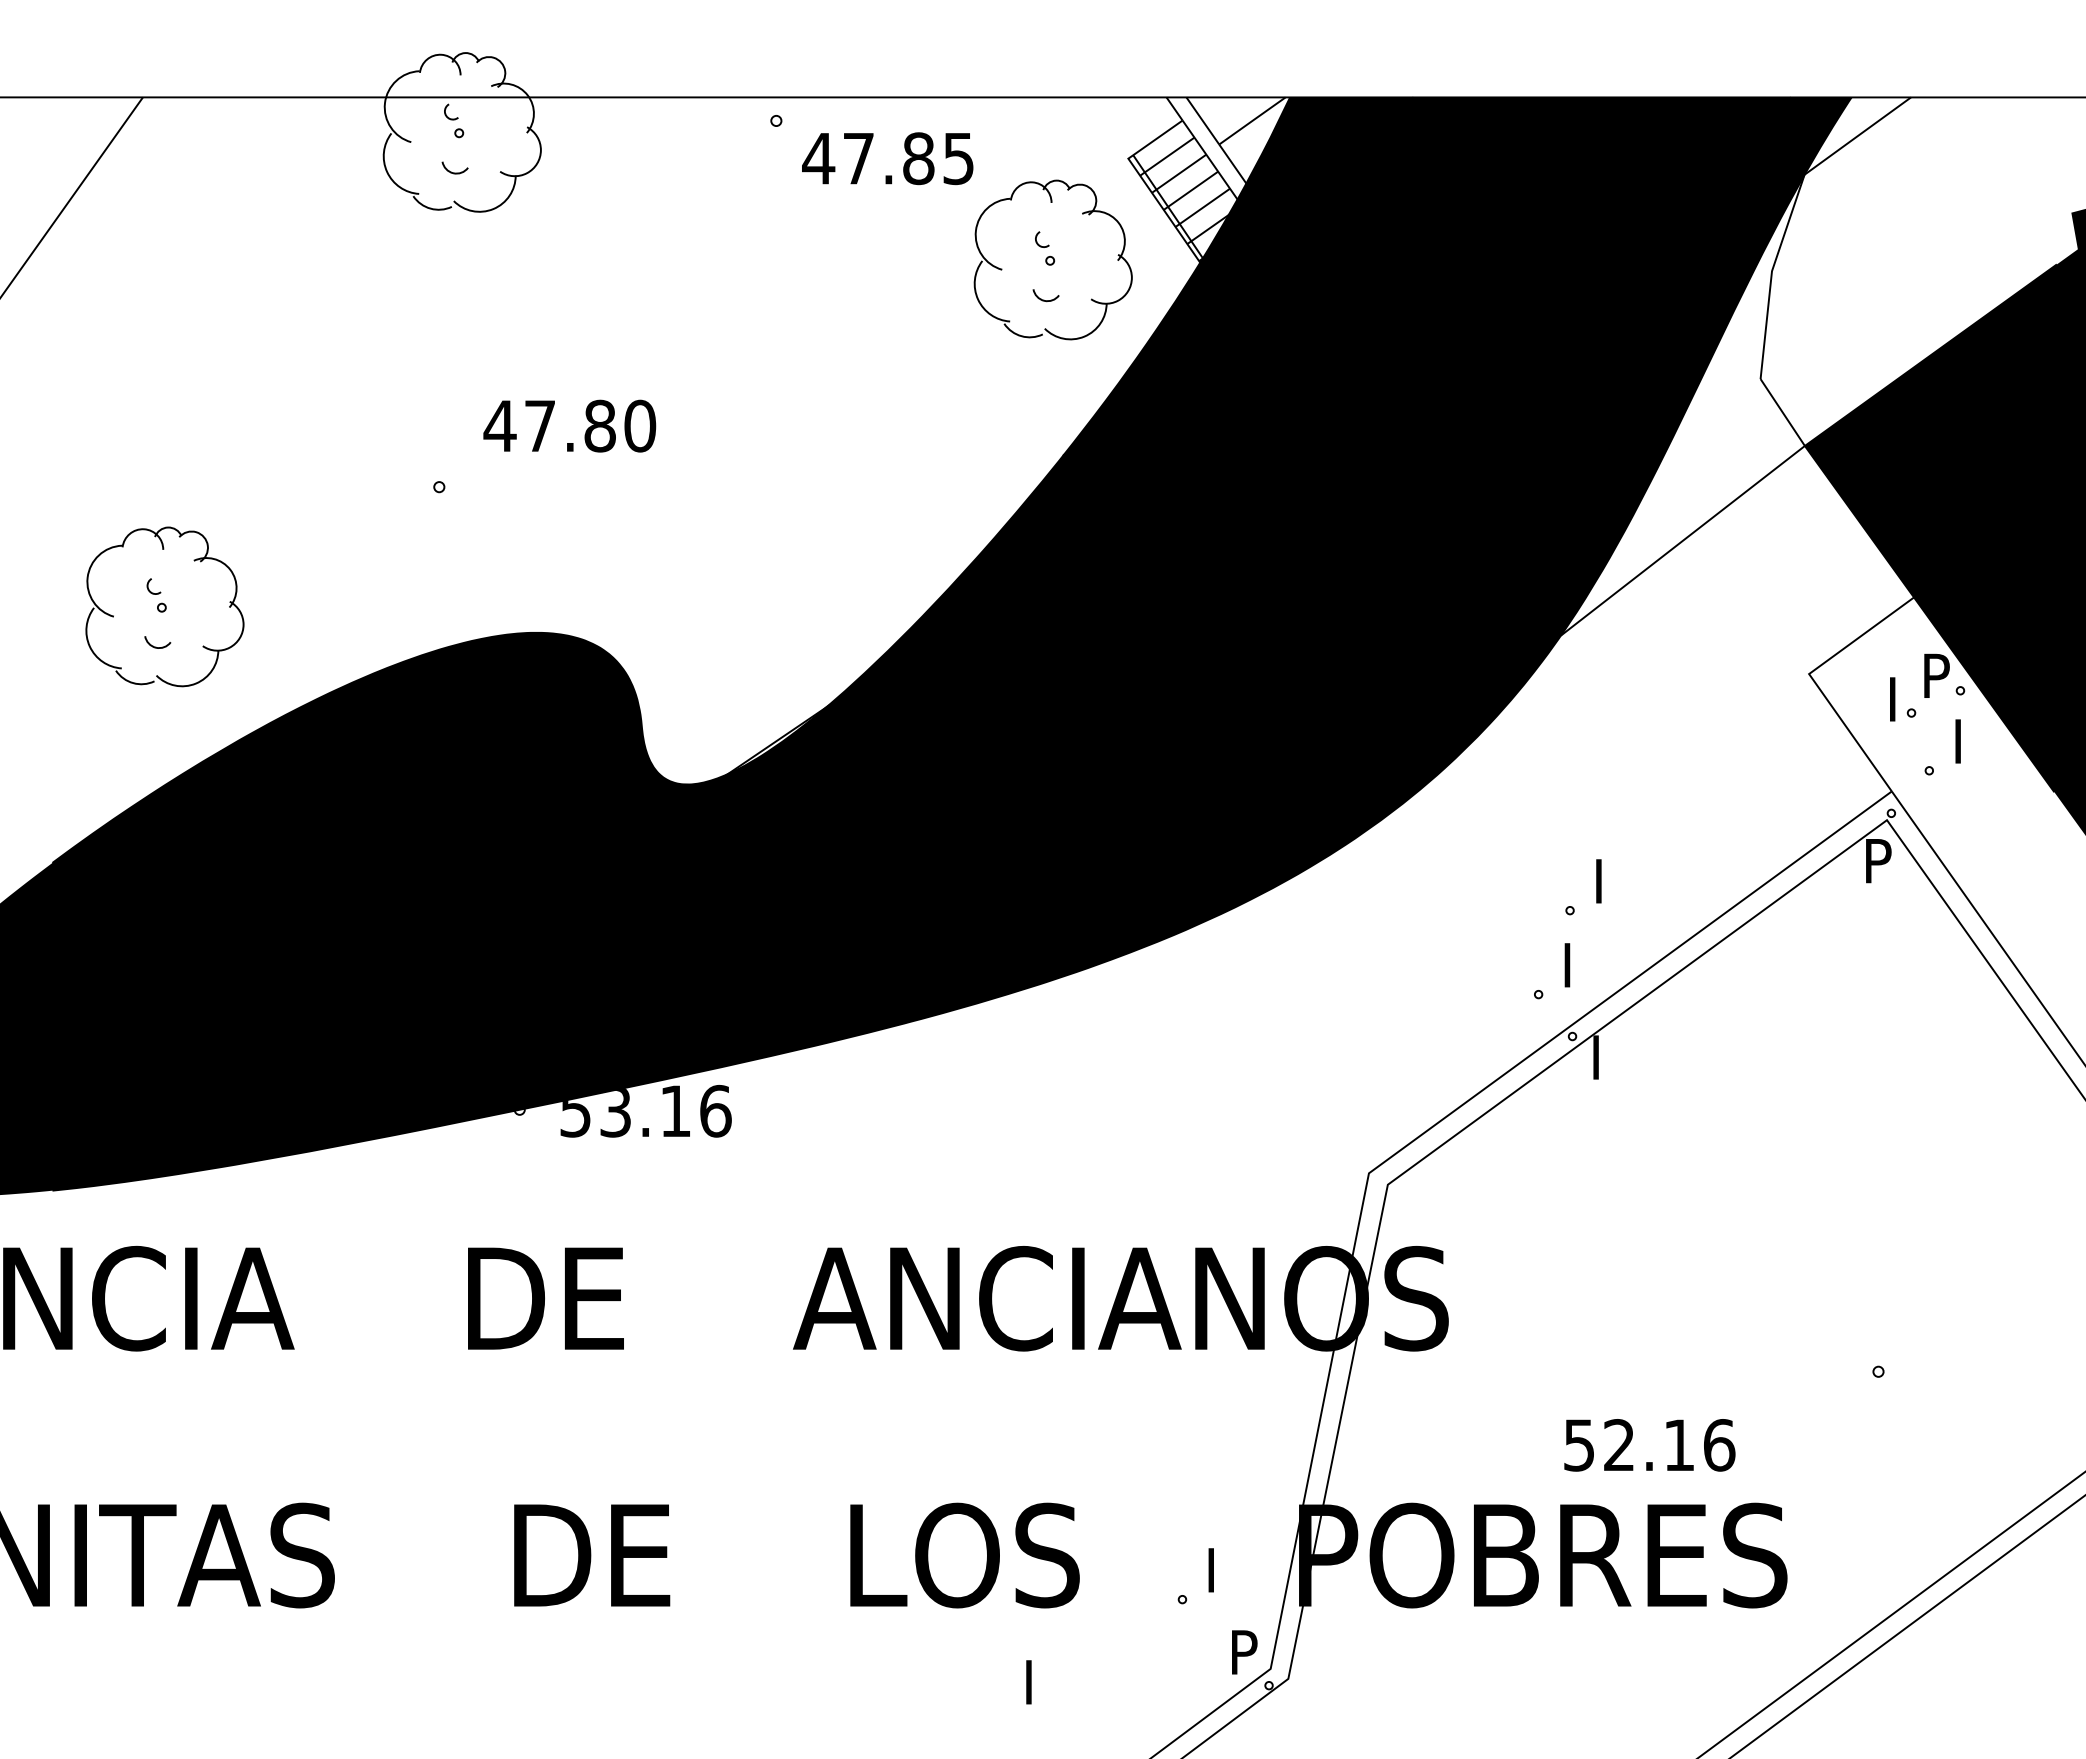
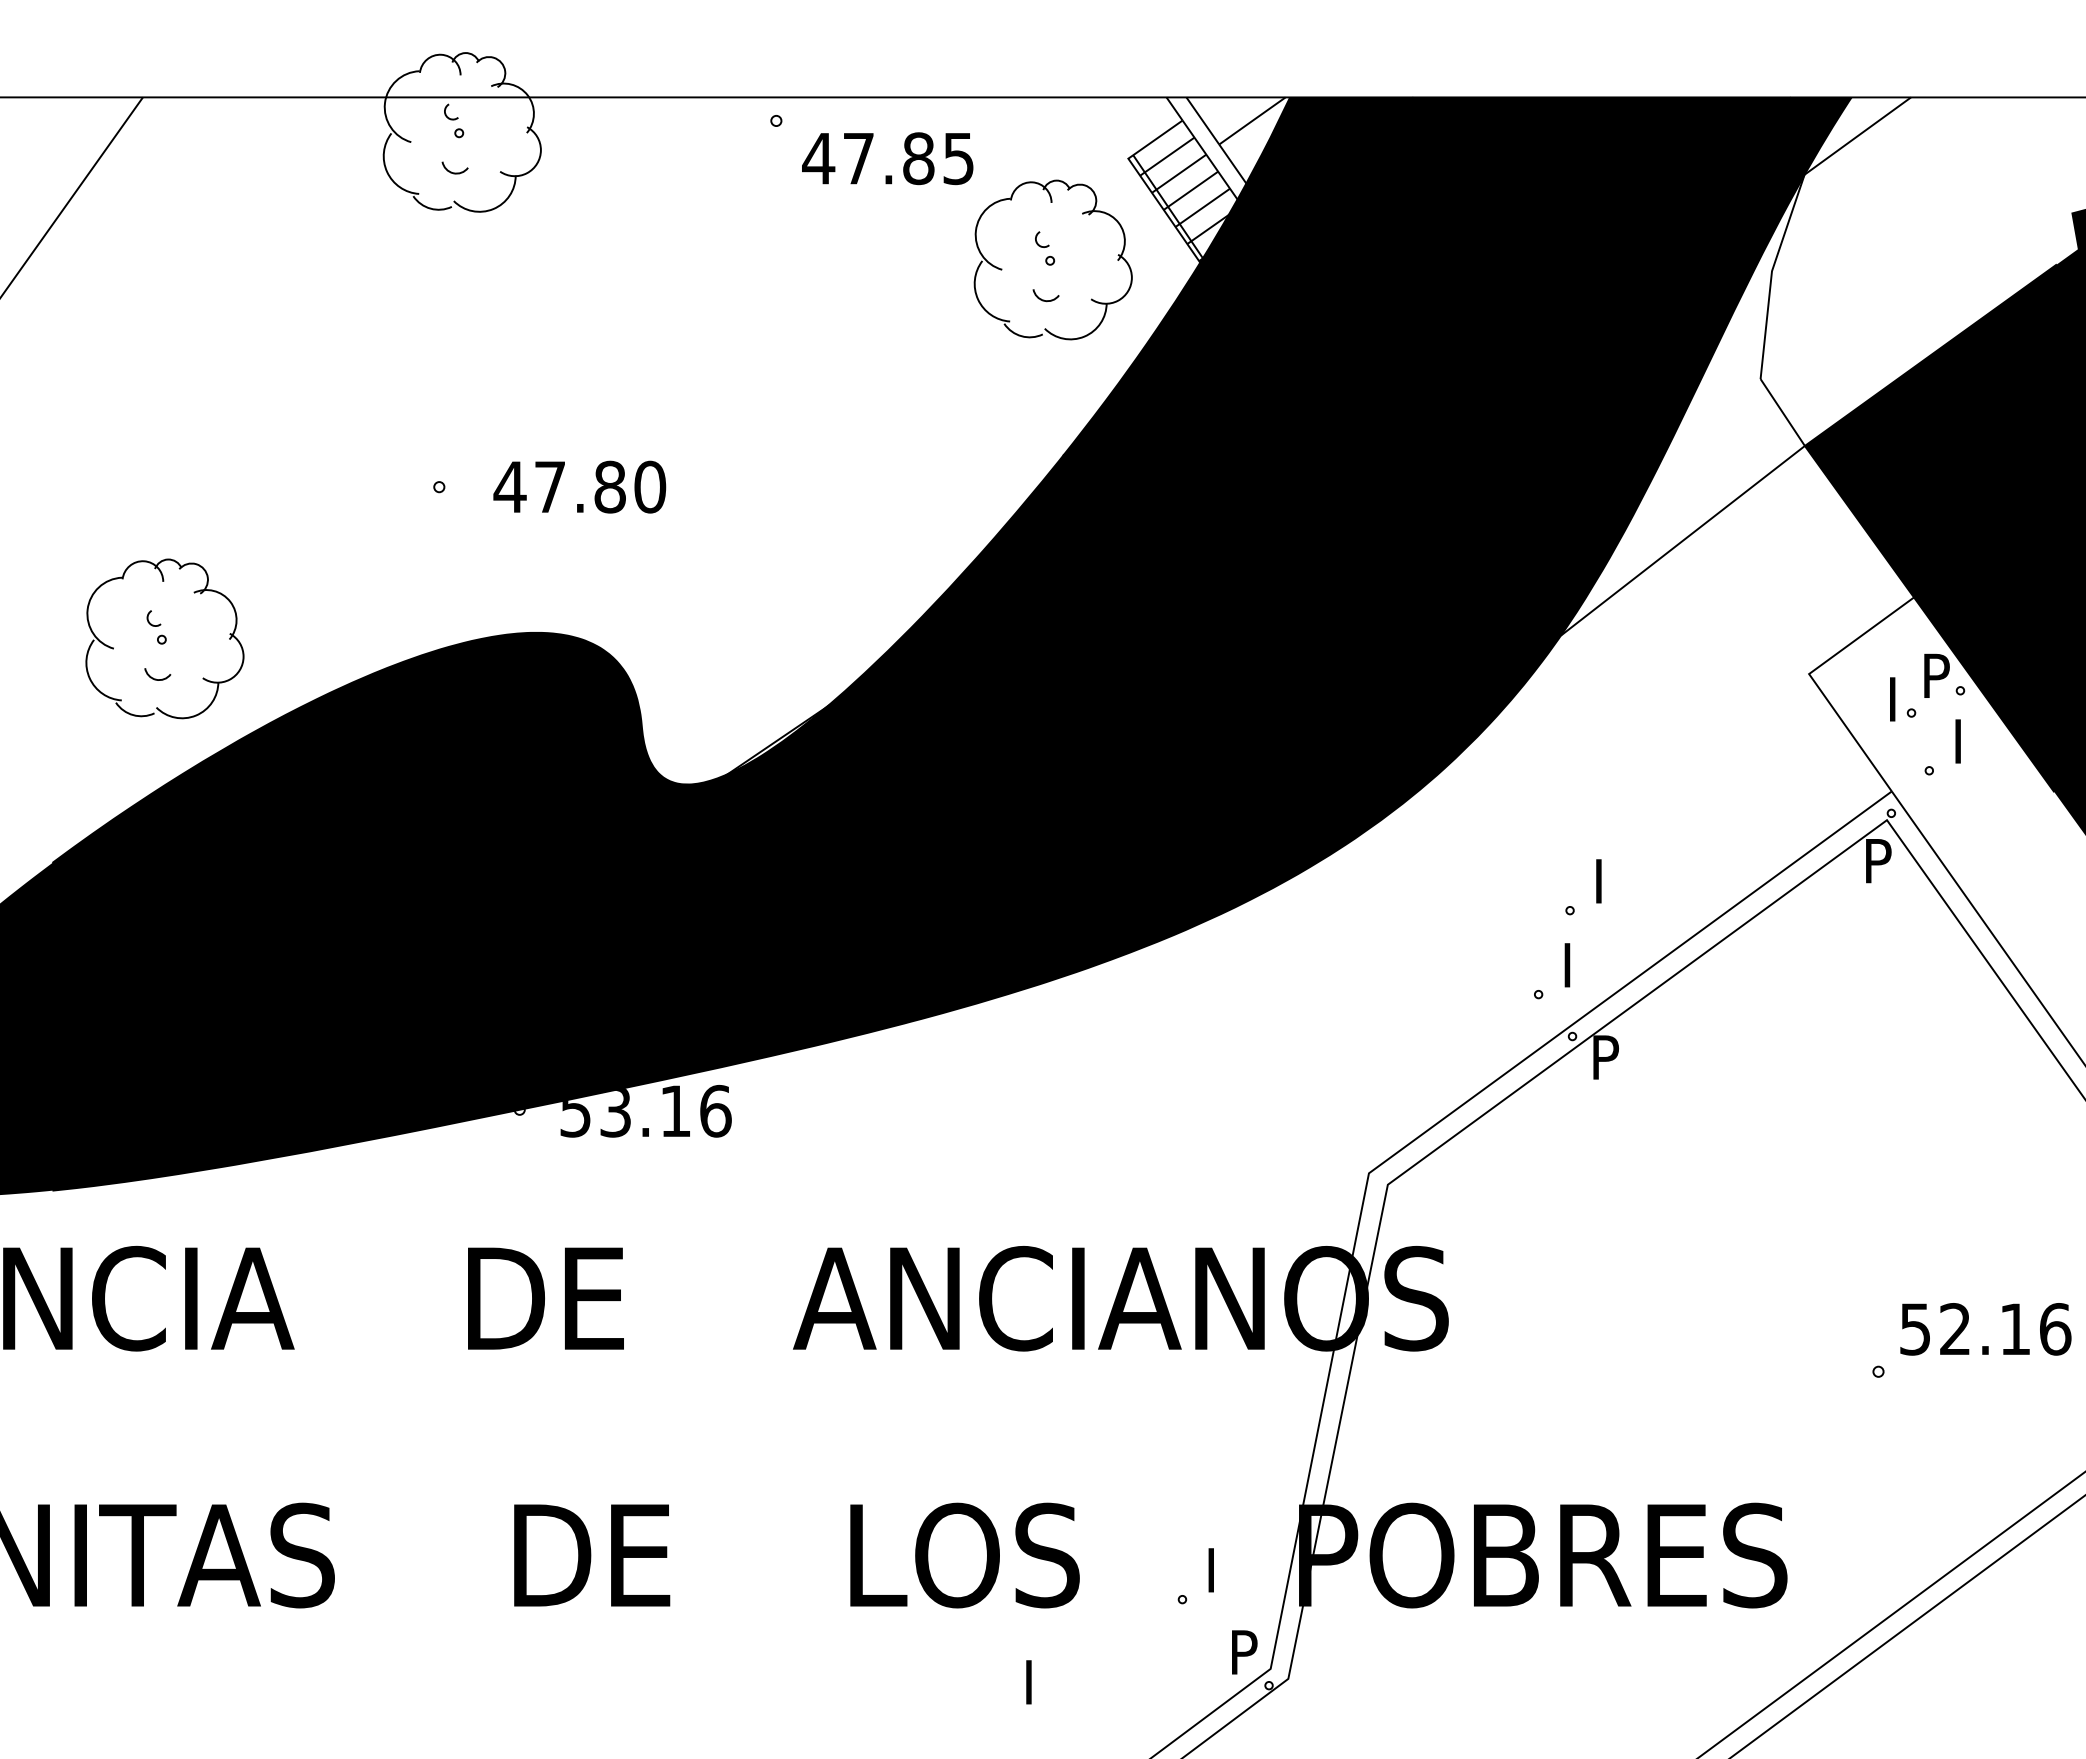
text at (569, 425) position: (569, 425) -> (579, 486)
part at (164, 606) position: (164, 606) -> (164, 638)
text at (1608, 1048): I -> P
text at (1649, 1445) position: (1649, 1445) -> (1985, 1329)
